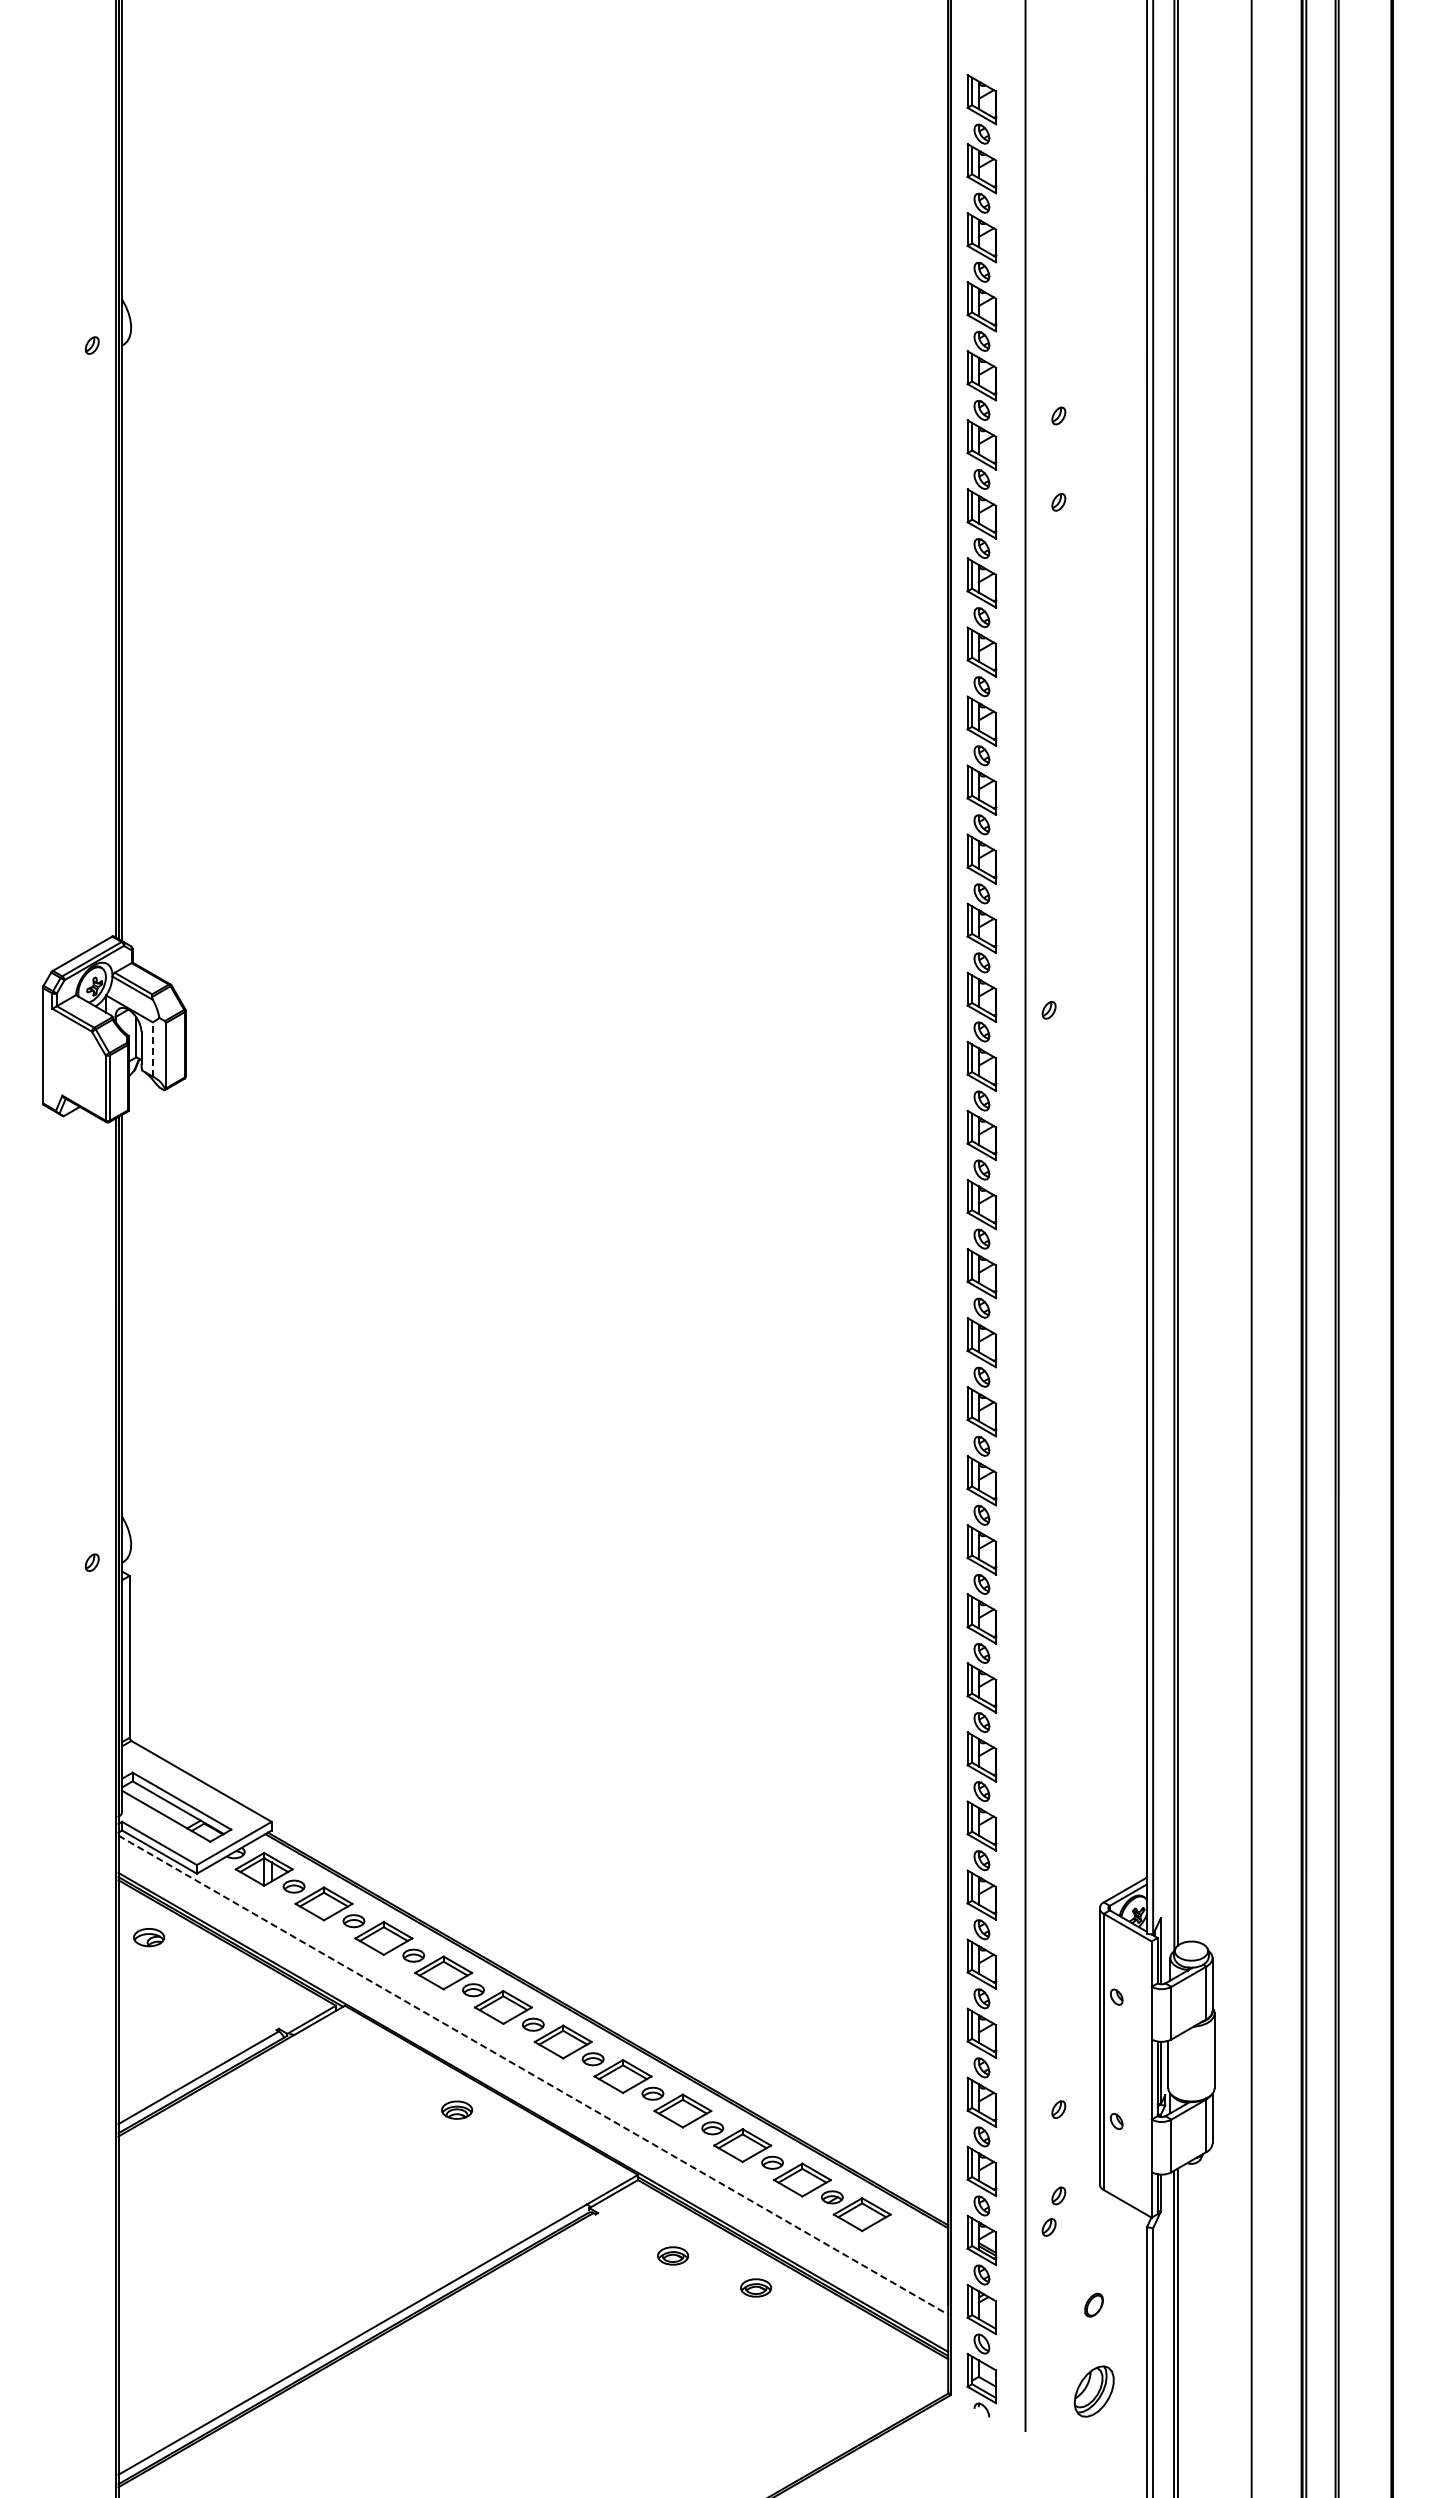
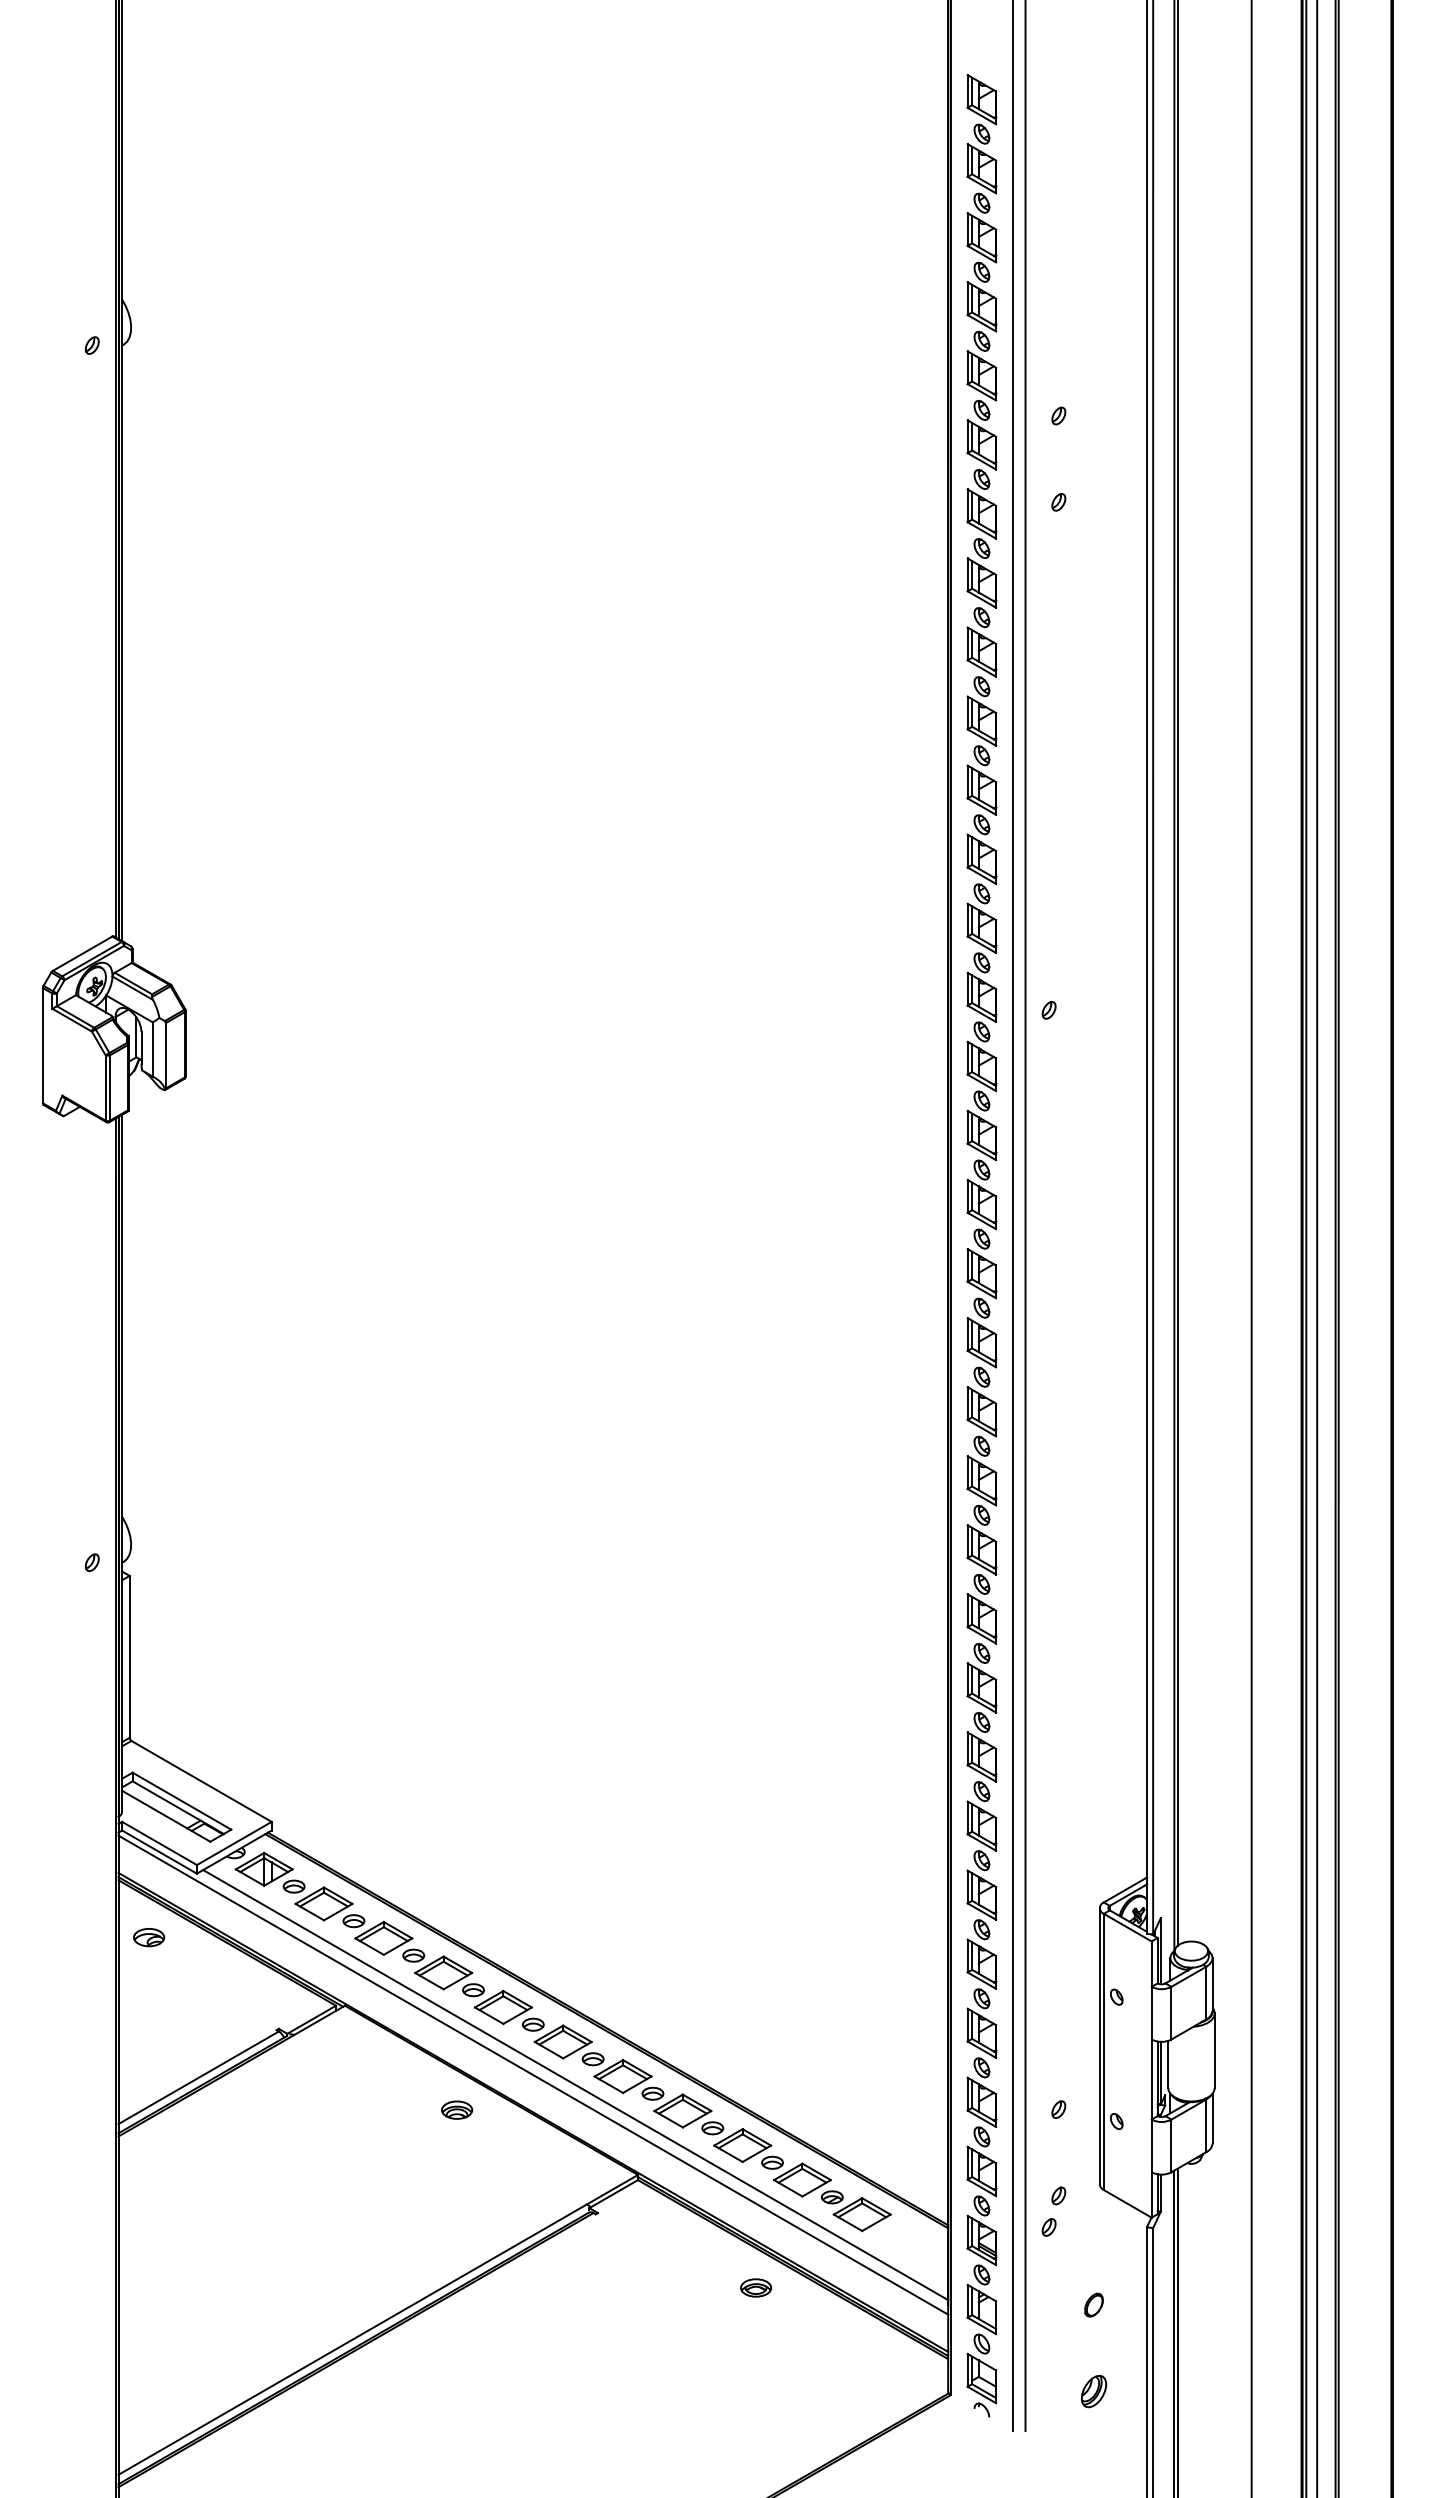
line at (152, 1048): dashed -> solid
line at (1012, 1216): none -> present
line at (1317, 1248): none -> present
line at (533, 2075): dashed -> solid
line at (575, 2085): none -> present
part at (673, 2255): present -> none
part at (1093, 2391) size: 42x53 px -> 27x35 px
